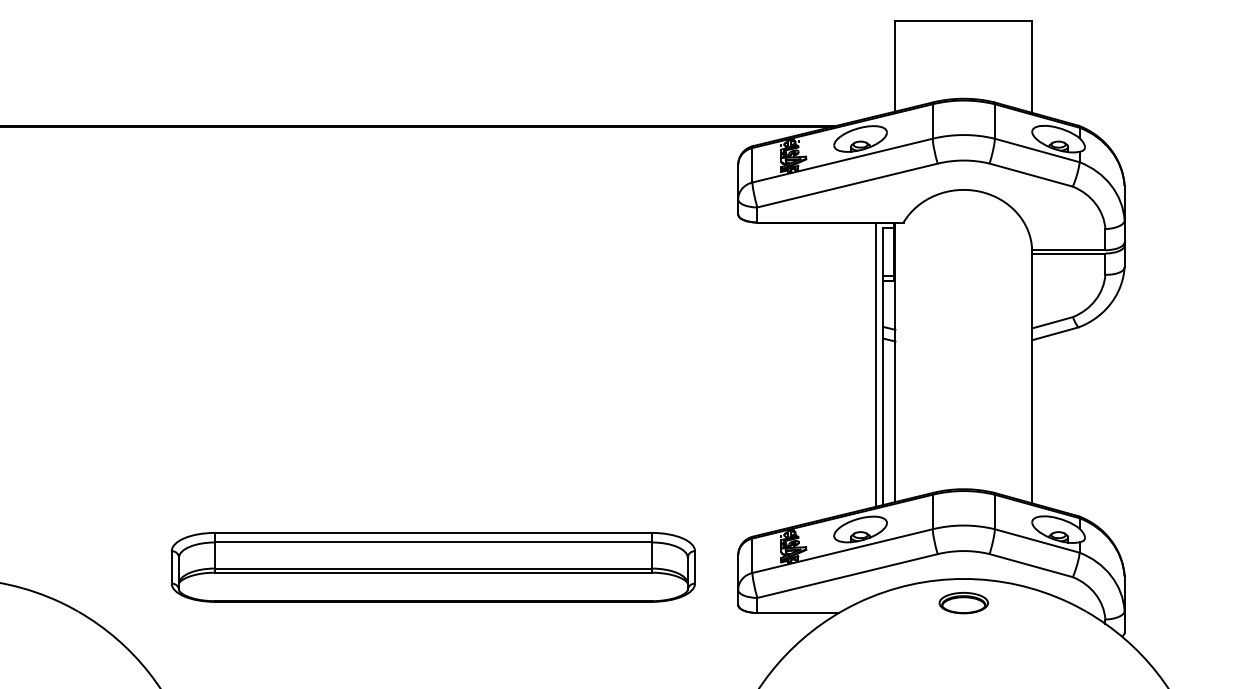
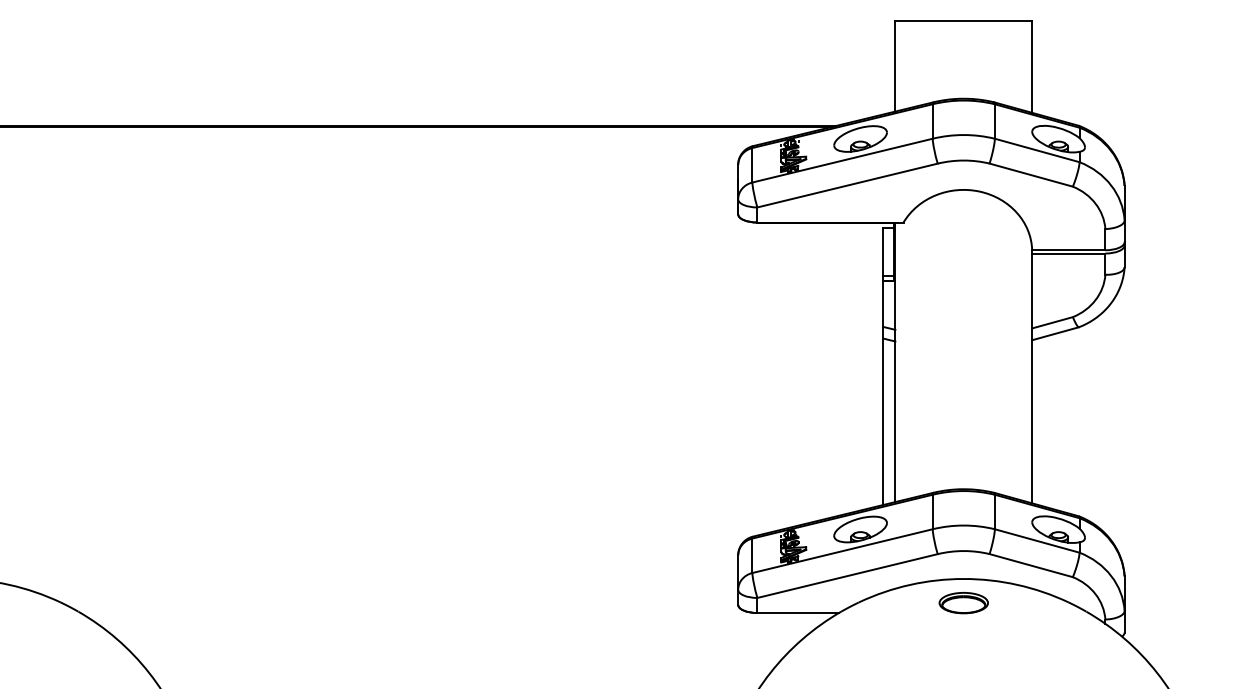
line at (876, 364): present -> none
part at (433, 567): present -> none
